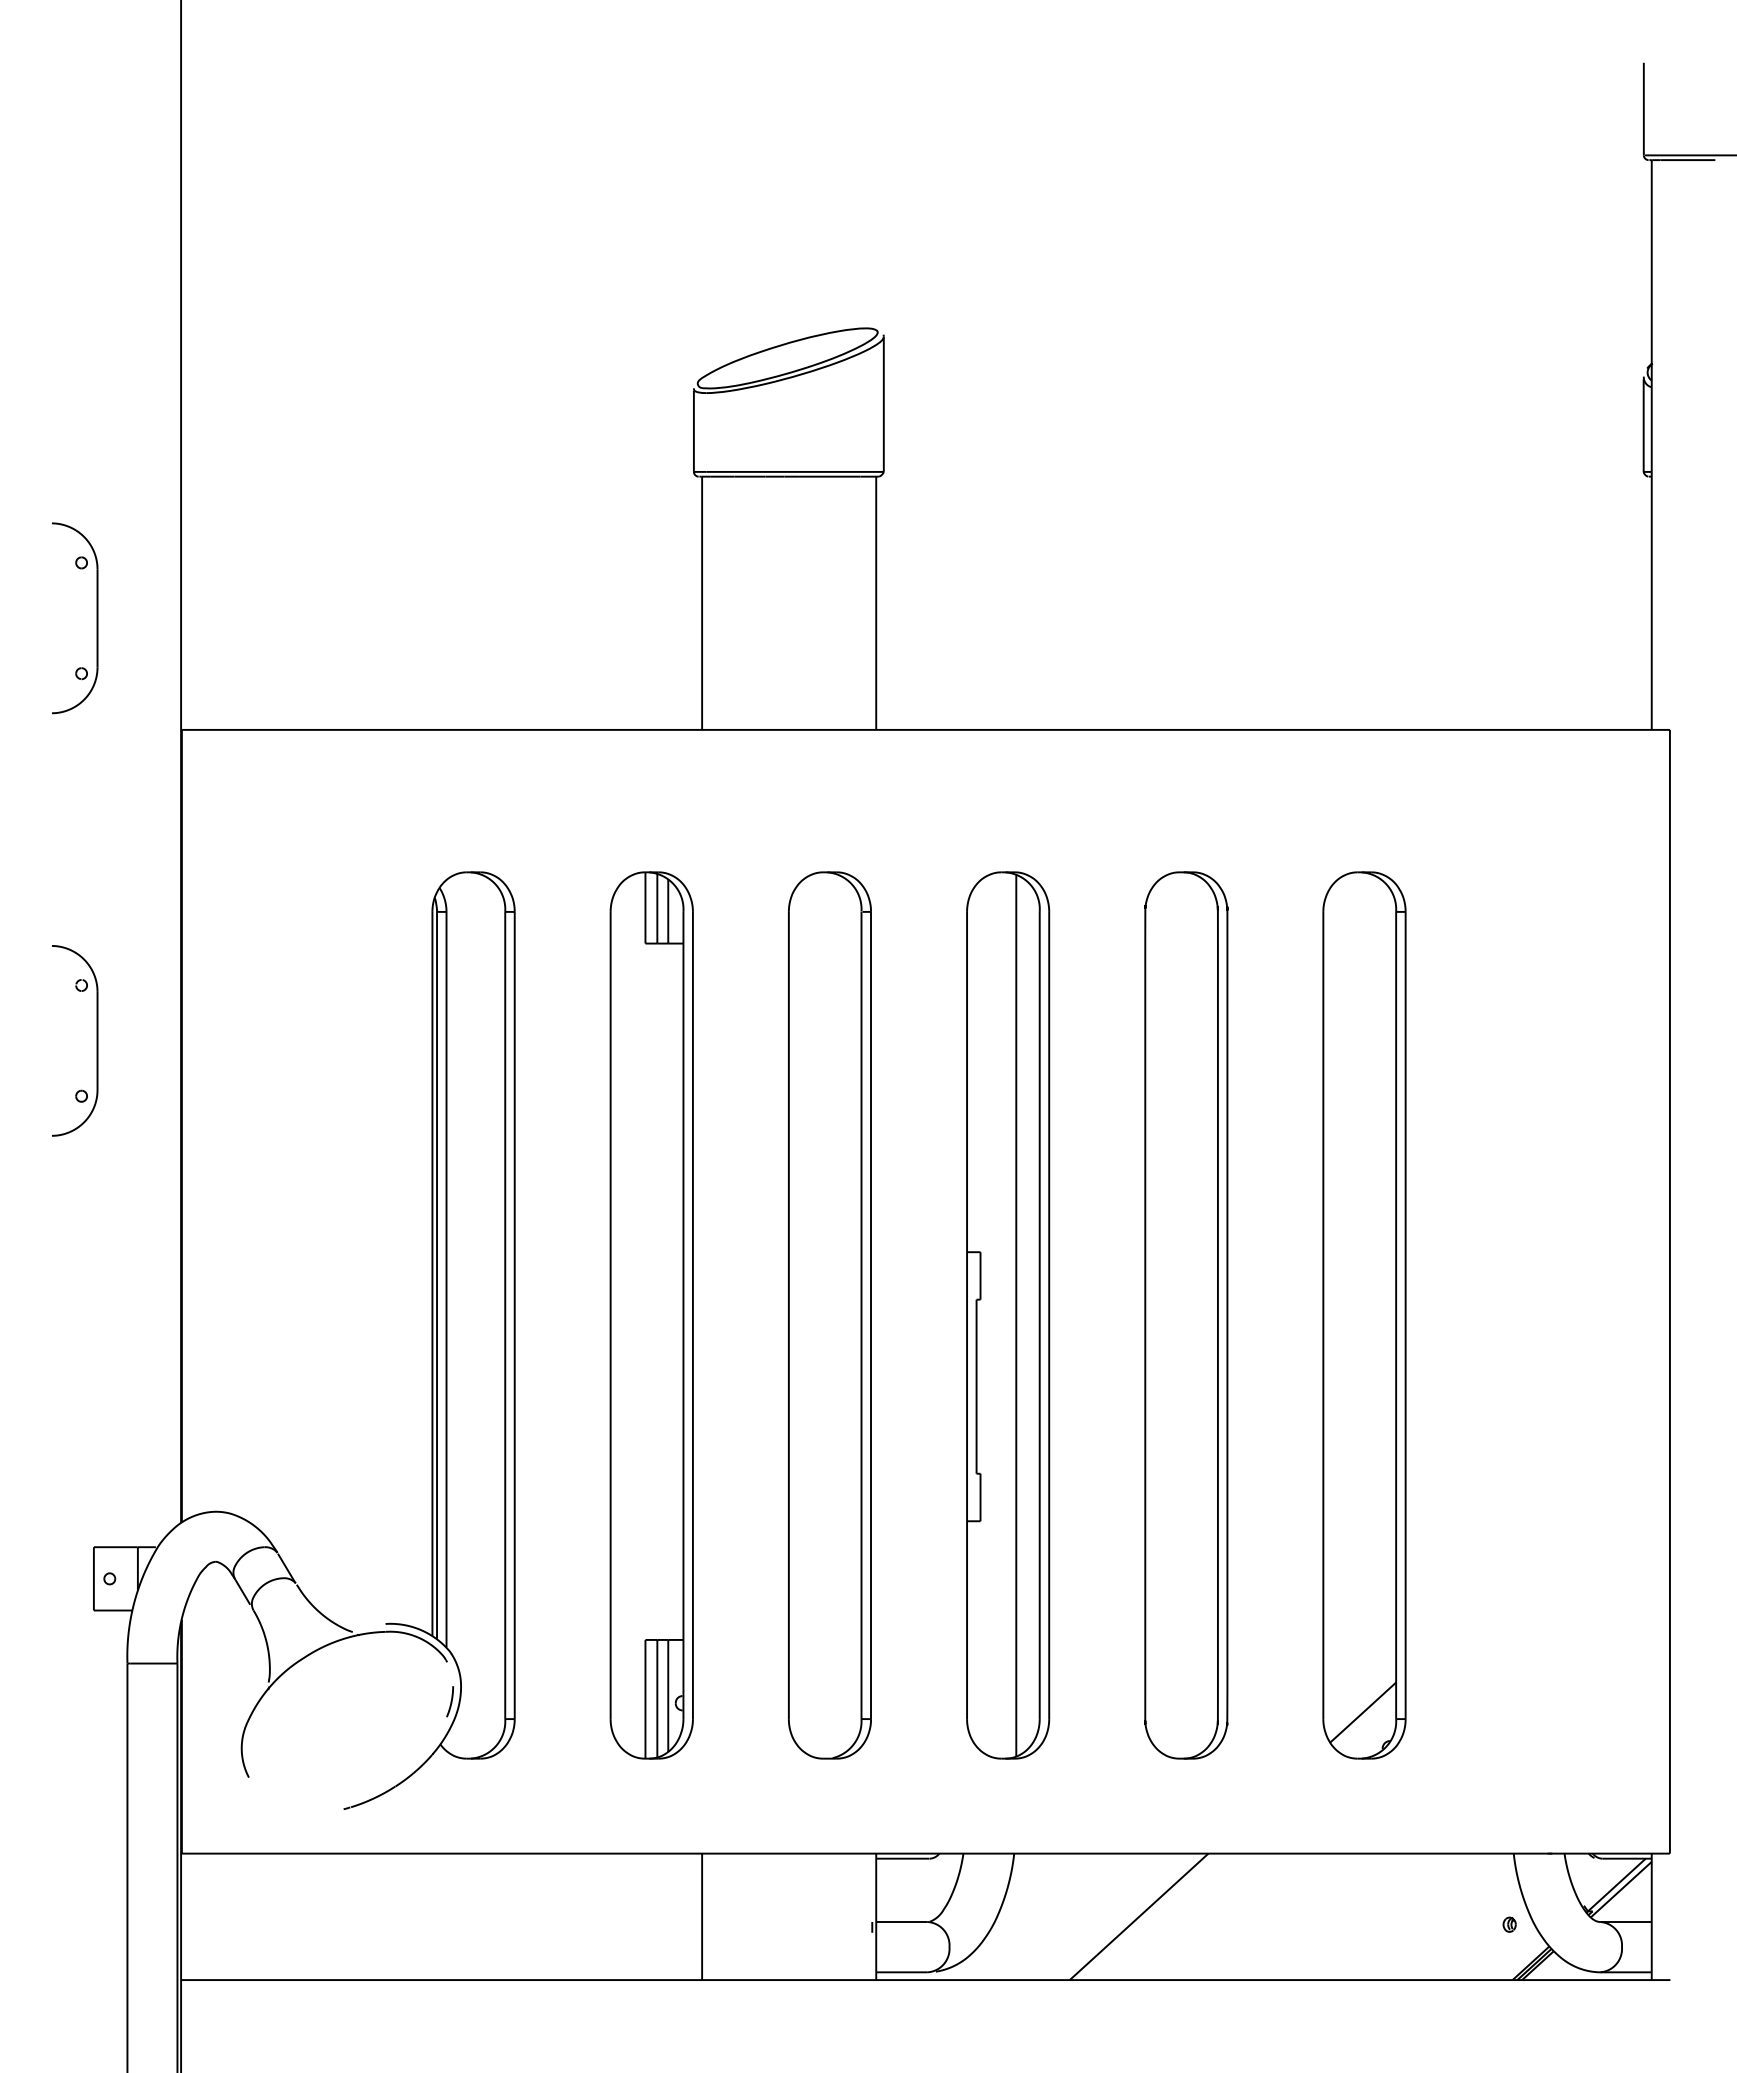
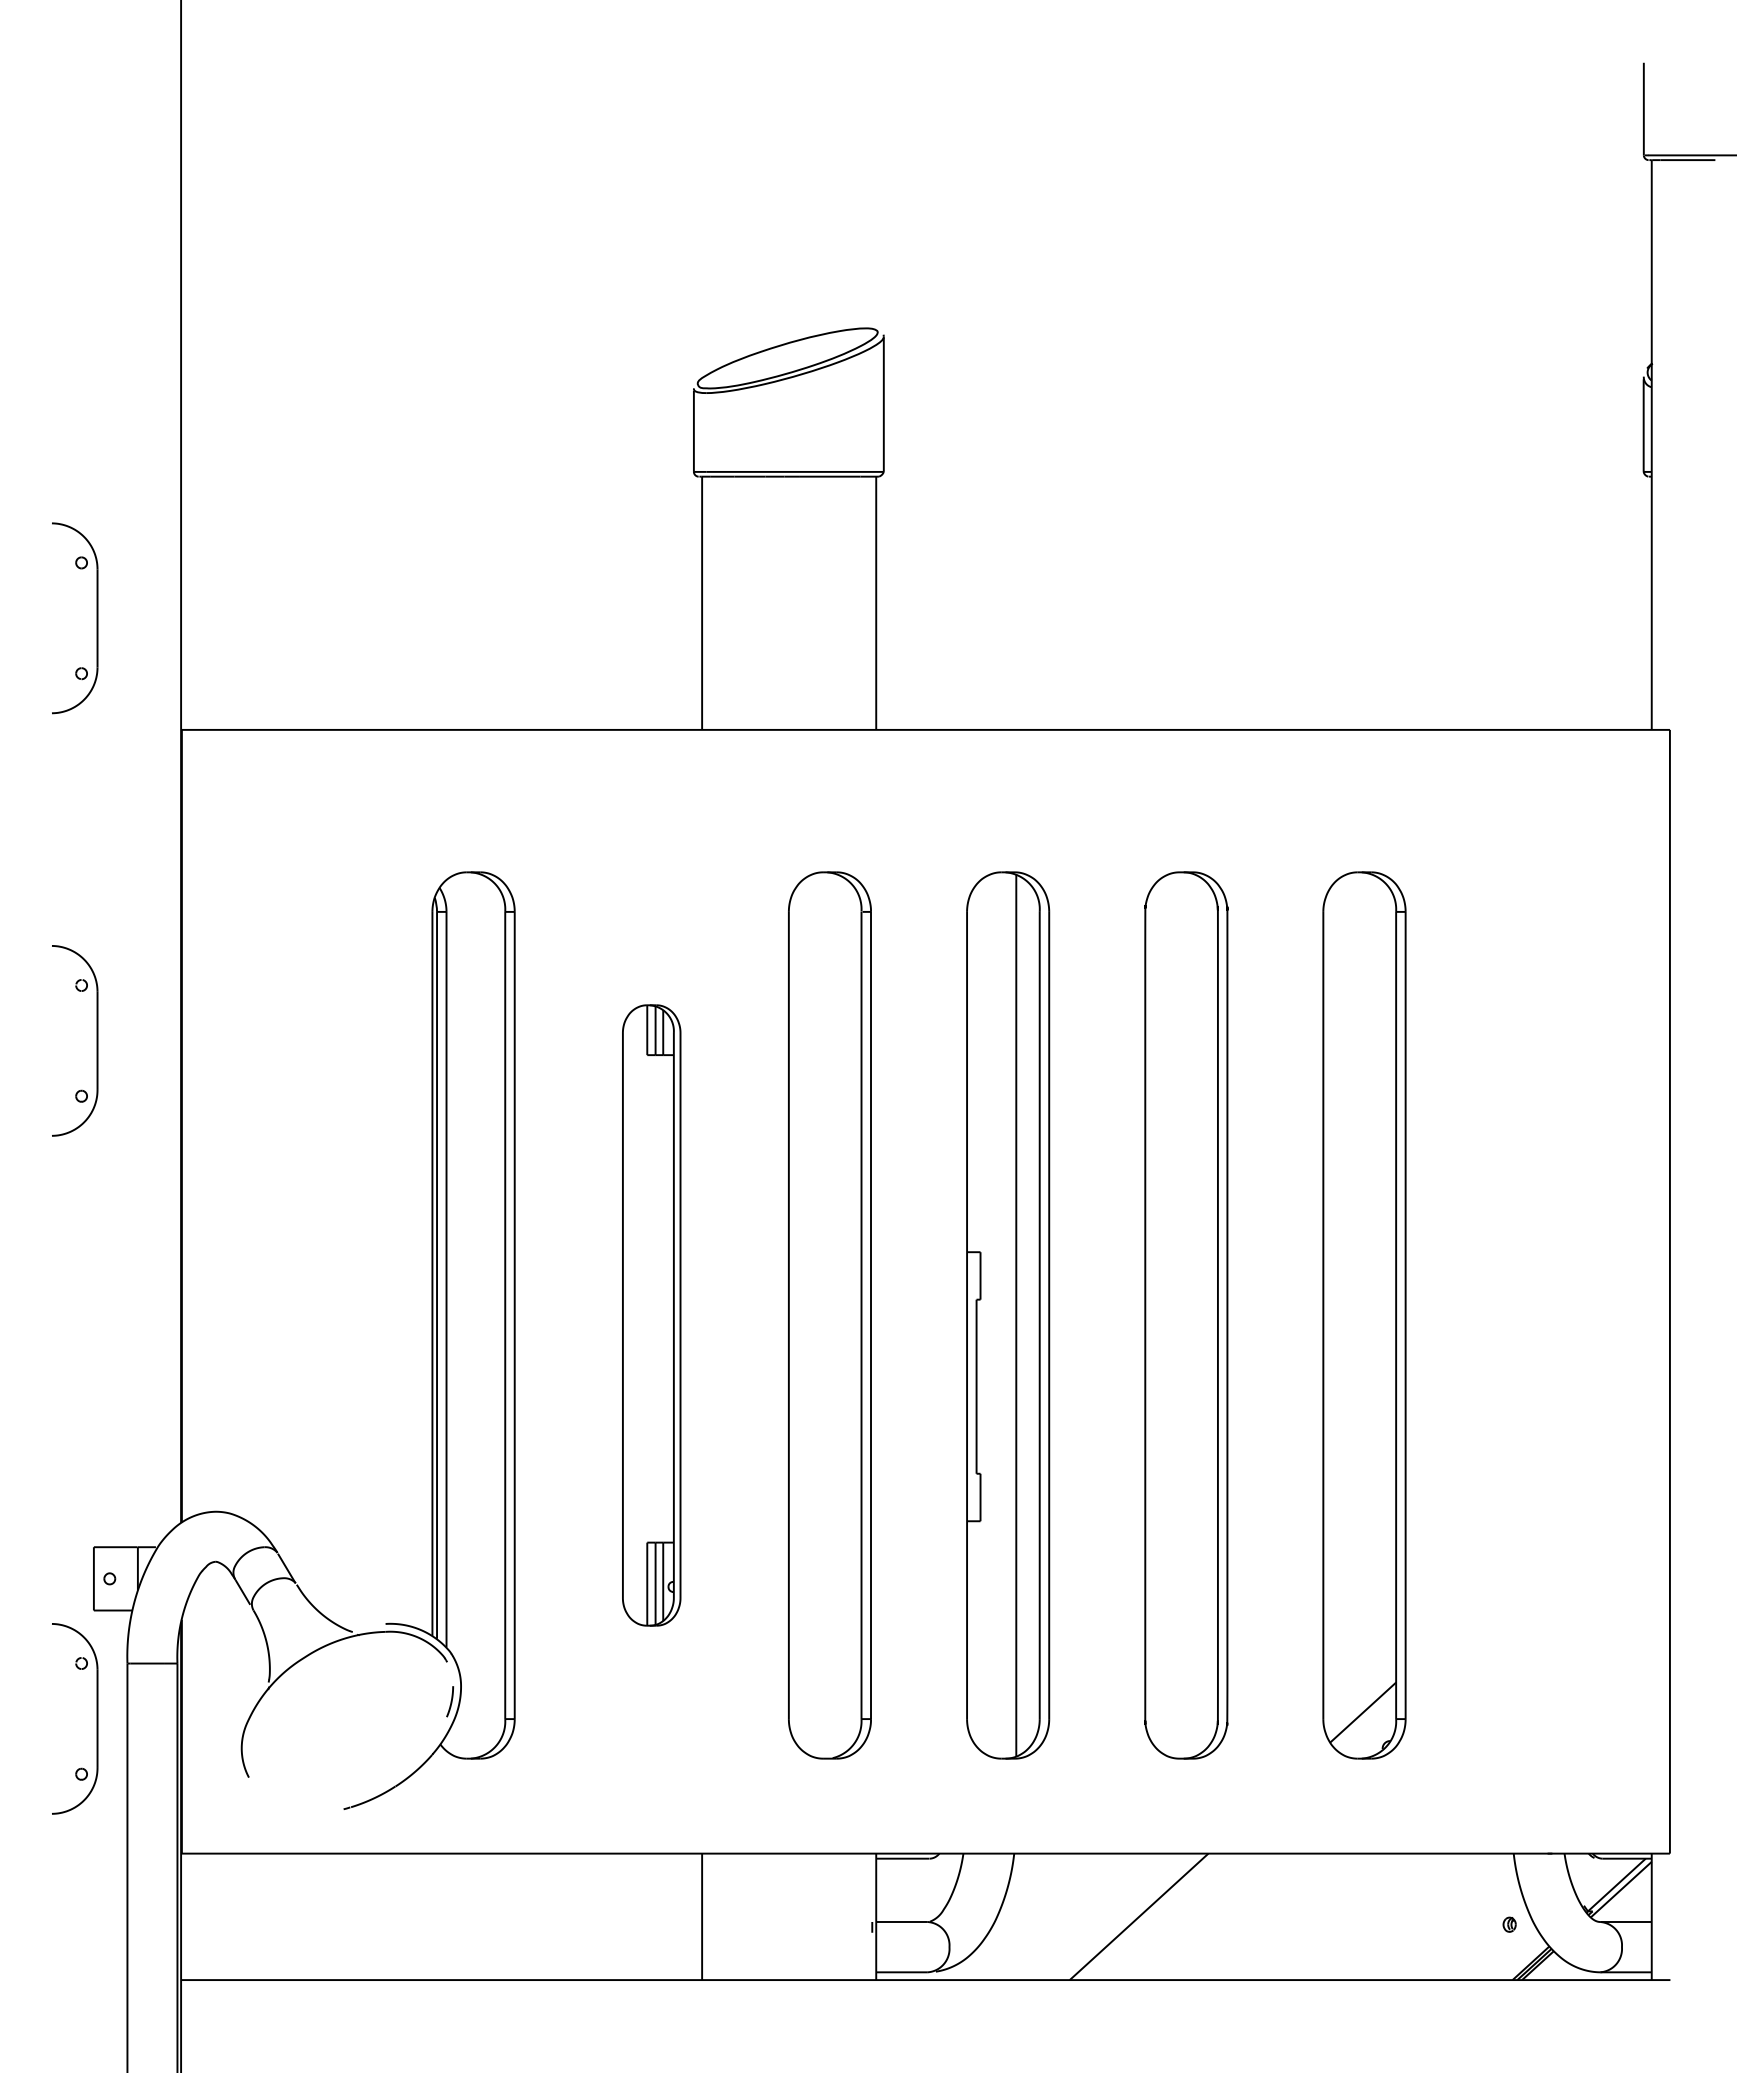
part at (651, 1315) size: 85x889 px -> 60x623 px
part at (96, 1718): none -> present
